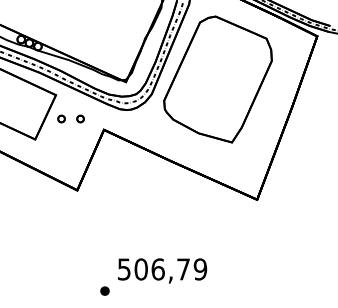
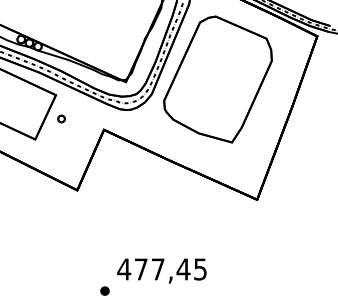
part at (80, 118): present -> none
text at (162, 269): 506,79 -> 477,45
